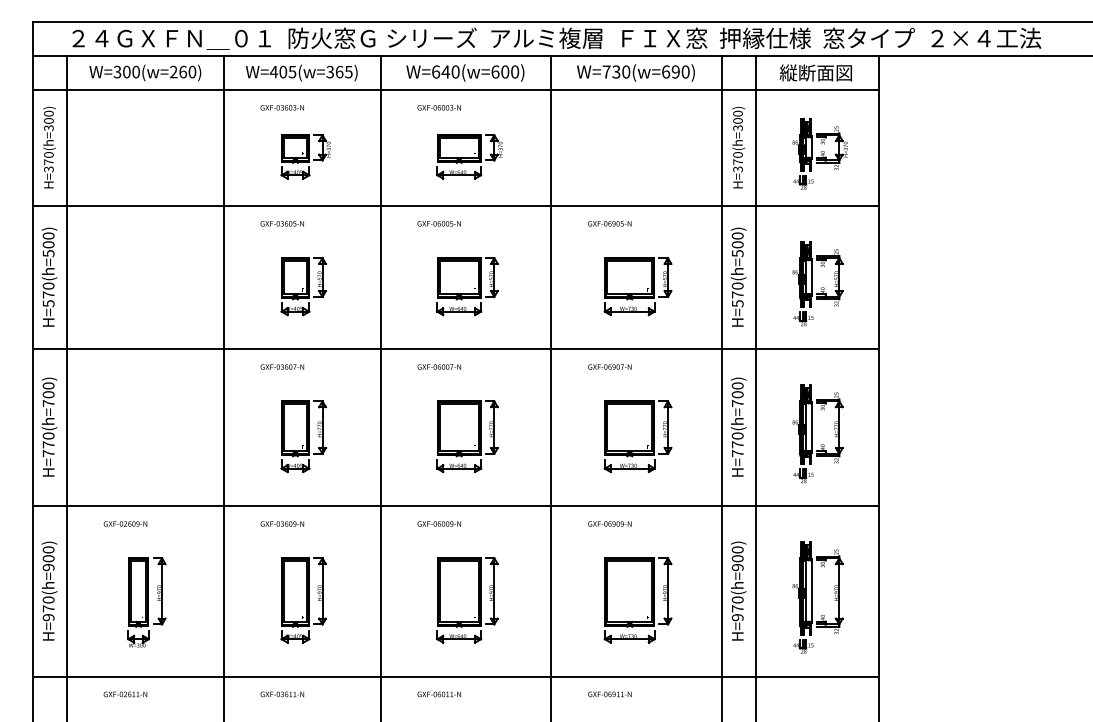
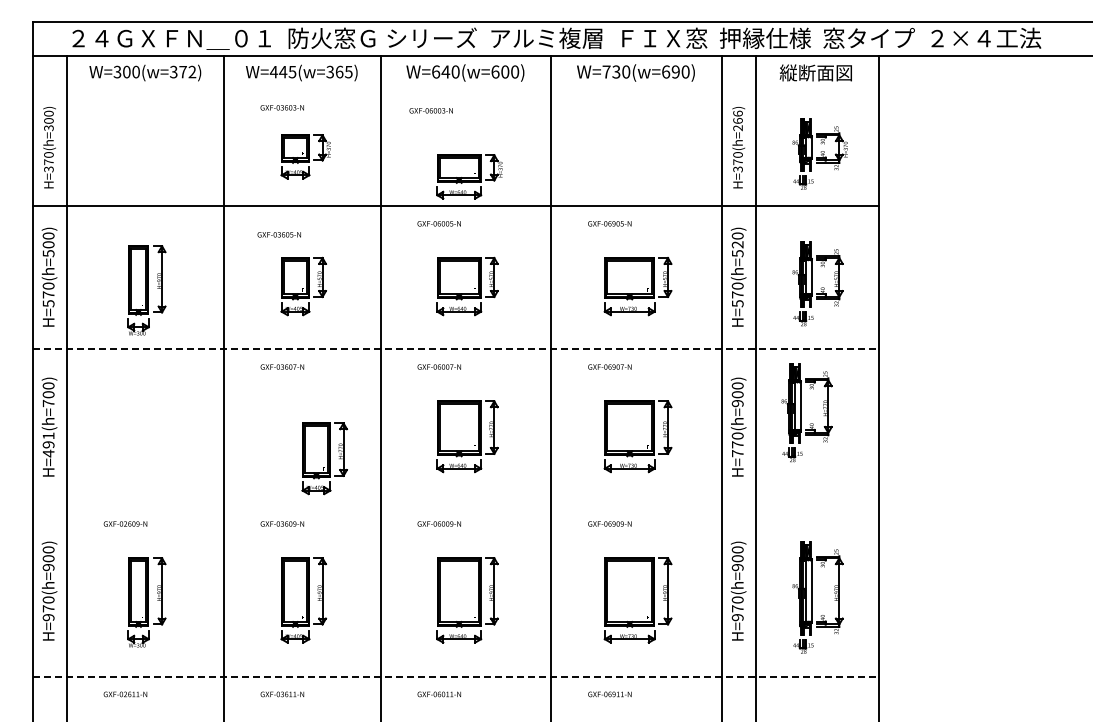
text at (183, 71): W=300(w=260) -> W=300(w=372)
text at (283, 71): W=405(w=365) -> W=445(w=365)
line at (455, 89): present -> none
text at (438, 107) position: (438, 107) -> (430, 110)
text at (737, 120): H=370(h=300) -> H=370(h=266)
part at (469, 156) position: (469, 156) -> (469, 176)
text at (281, 223) position: (281, 223) -> (278, 234)
text at (737, 244): H=570(h=500) -> H=570(h=520)
part at (146, 290): none -> present
line at (456, 349): solid -> dashed
text at (737, 403): H=770(h=700) -> H=770(h=900)
part at (817, 433) position: (817, 433) -> (806, 412)
part at (303, 436) position: (303, 436) -> (324, 458)
text at (48, 444): H=770(h=700) -> H=491(h=700)
line at (455, 506): present -> none
line at (456, 676): solid -> dashed
